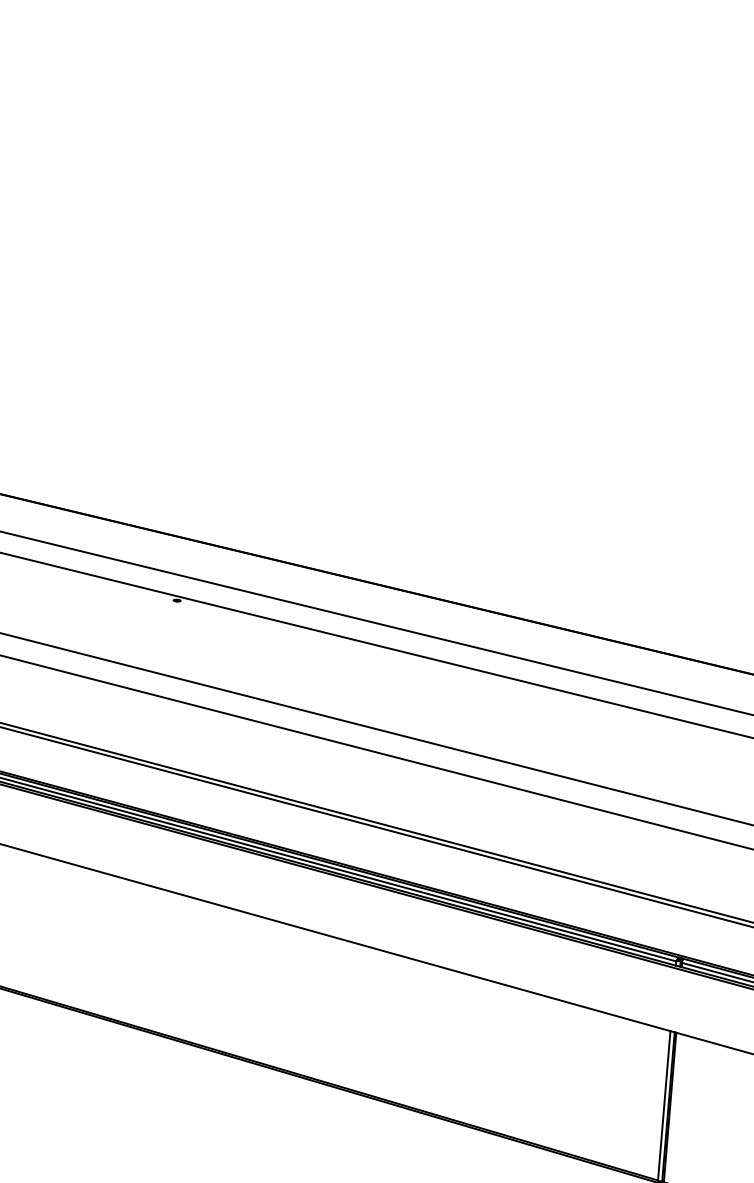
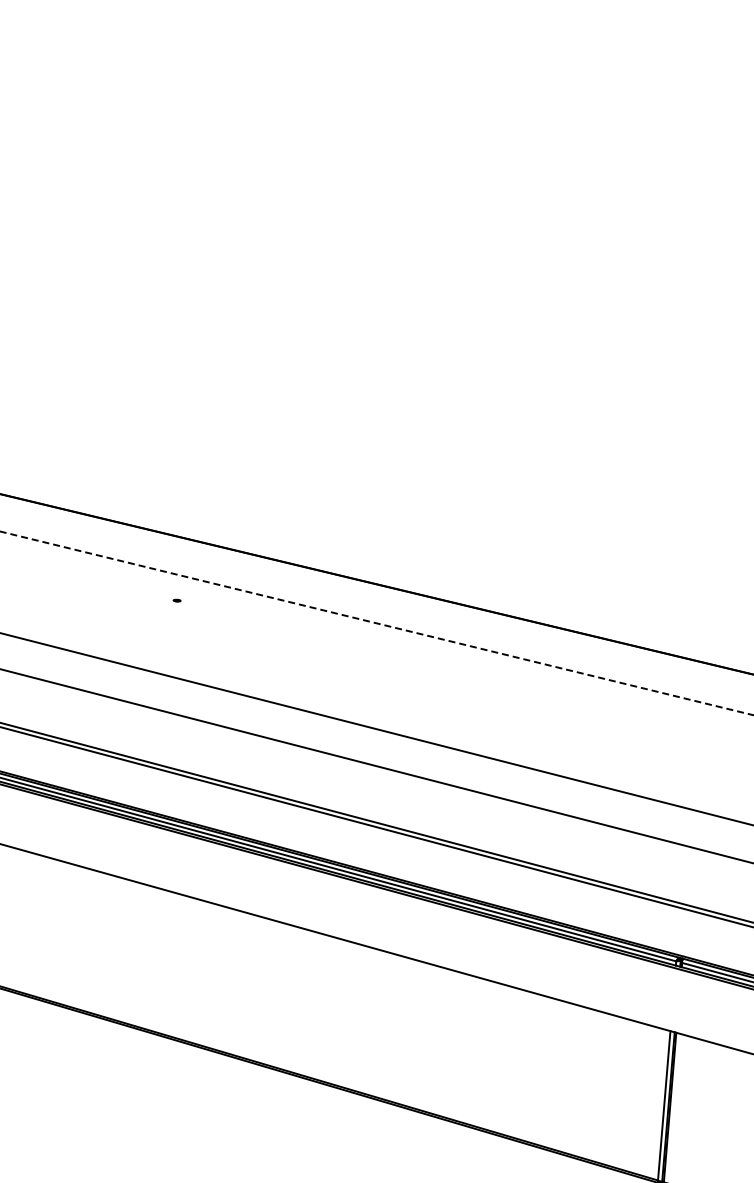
line at (377, 623): solid -> dashed
line at (376, 645): present -> none
line at (376, 752) position: (376, 752) -> (376, 765)
